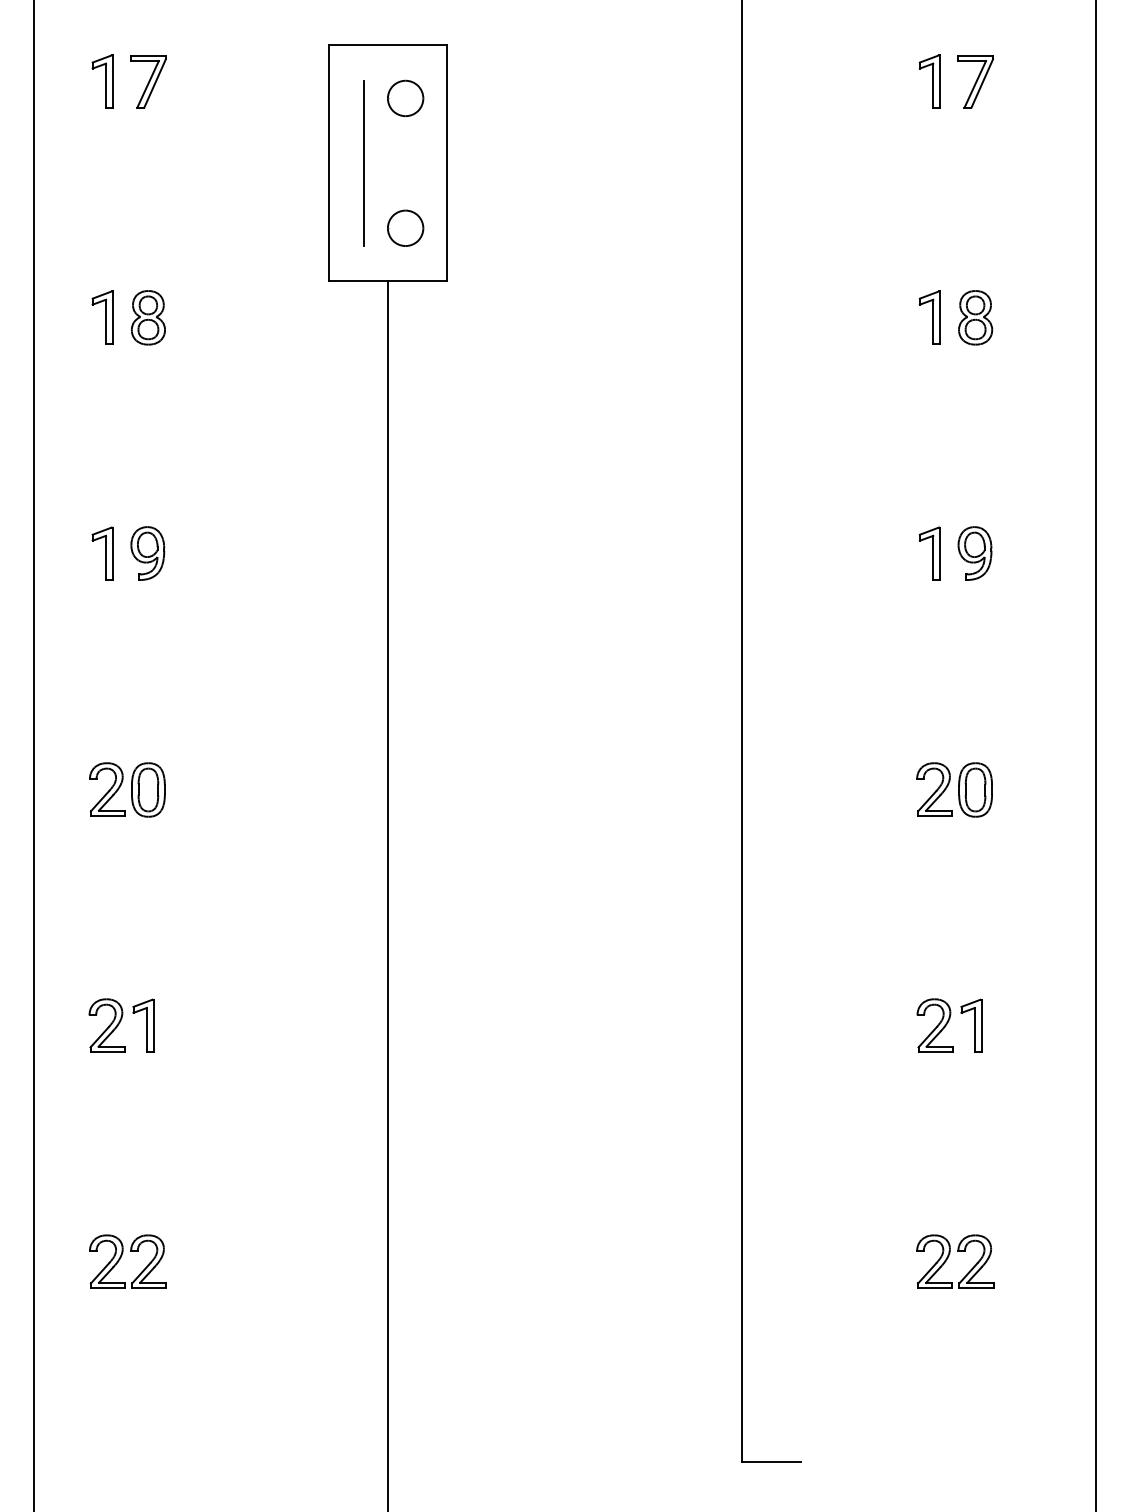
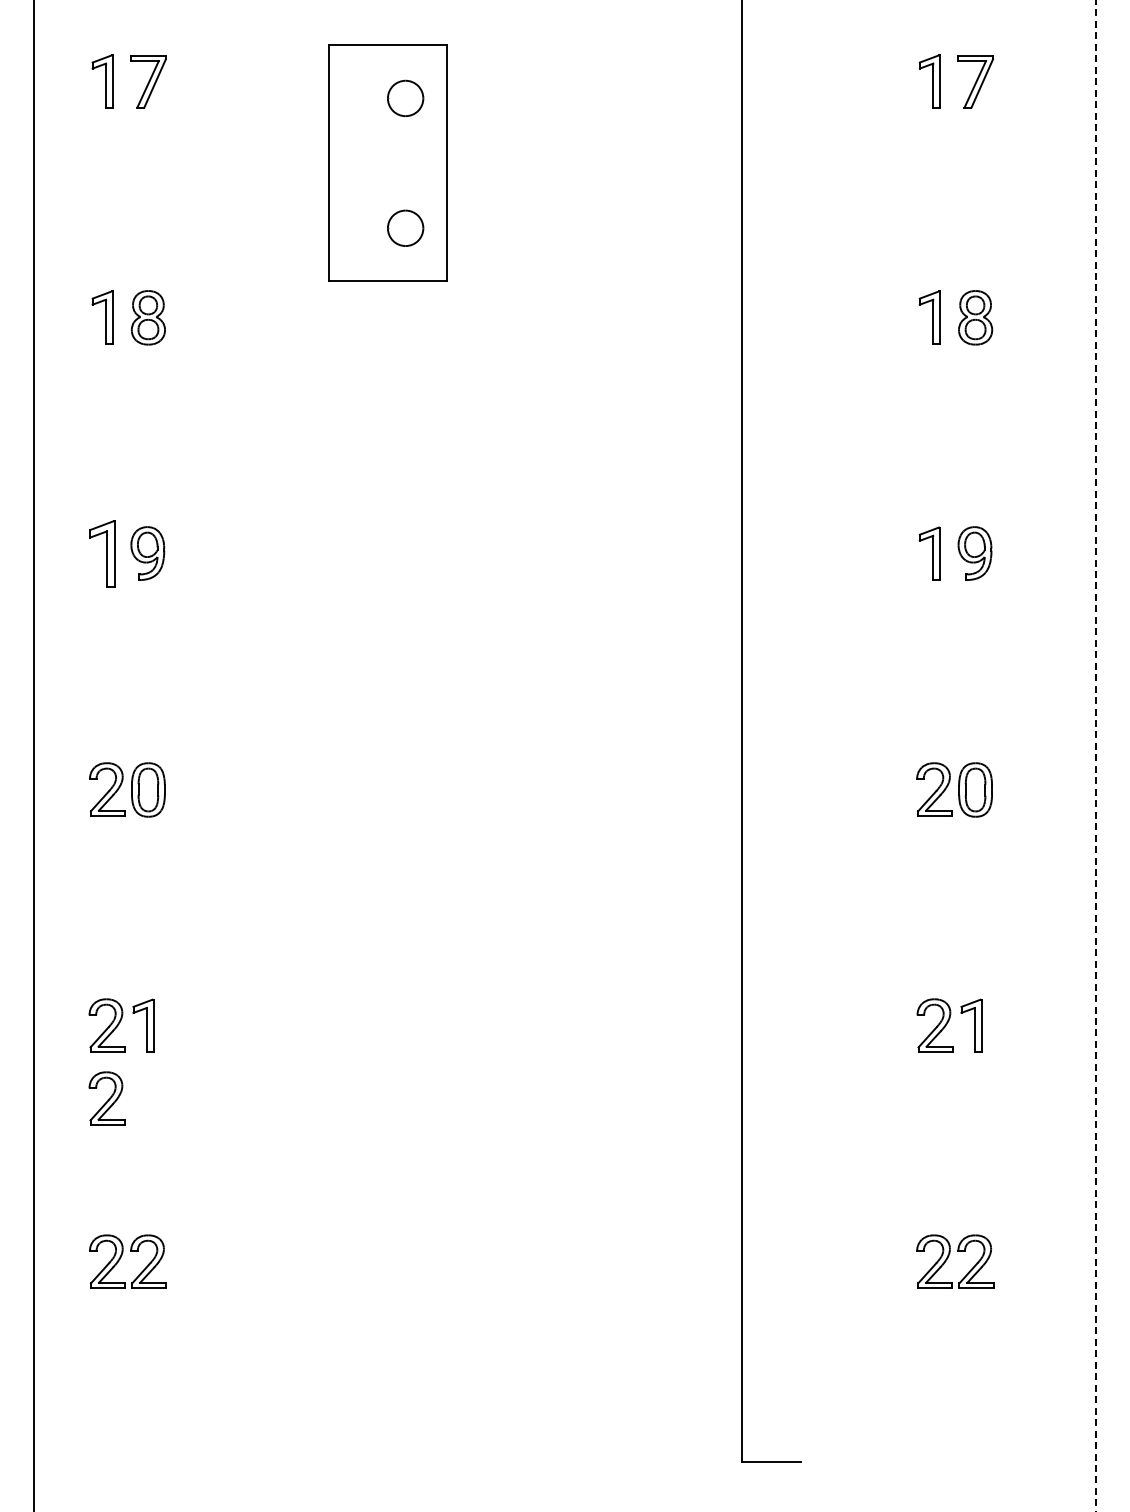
line at (364, 163): present -> none
part at (102, 553) size: 23x55 px -> 27x68 px
line at (1096, 755): solid -> dashed
line at (387, 894): present -> none
part at (106, 1098): none -> present
